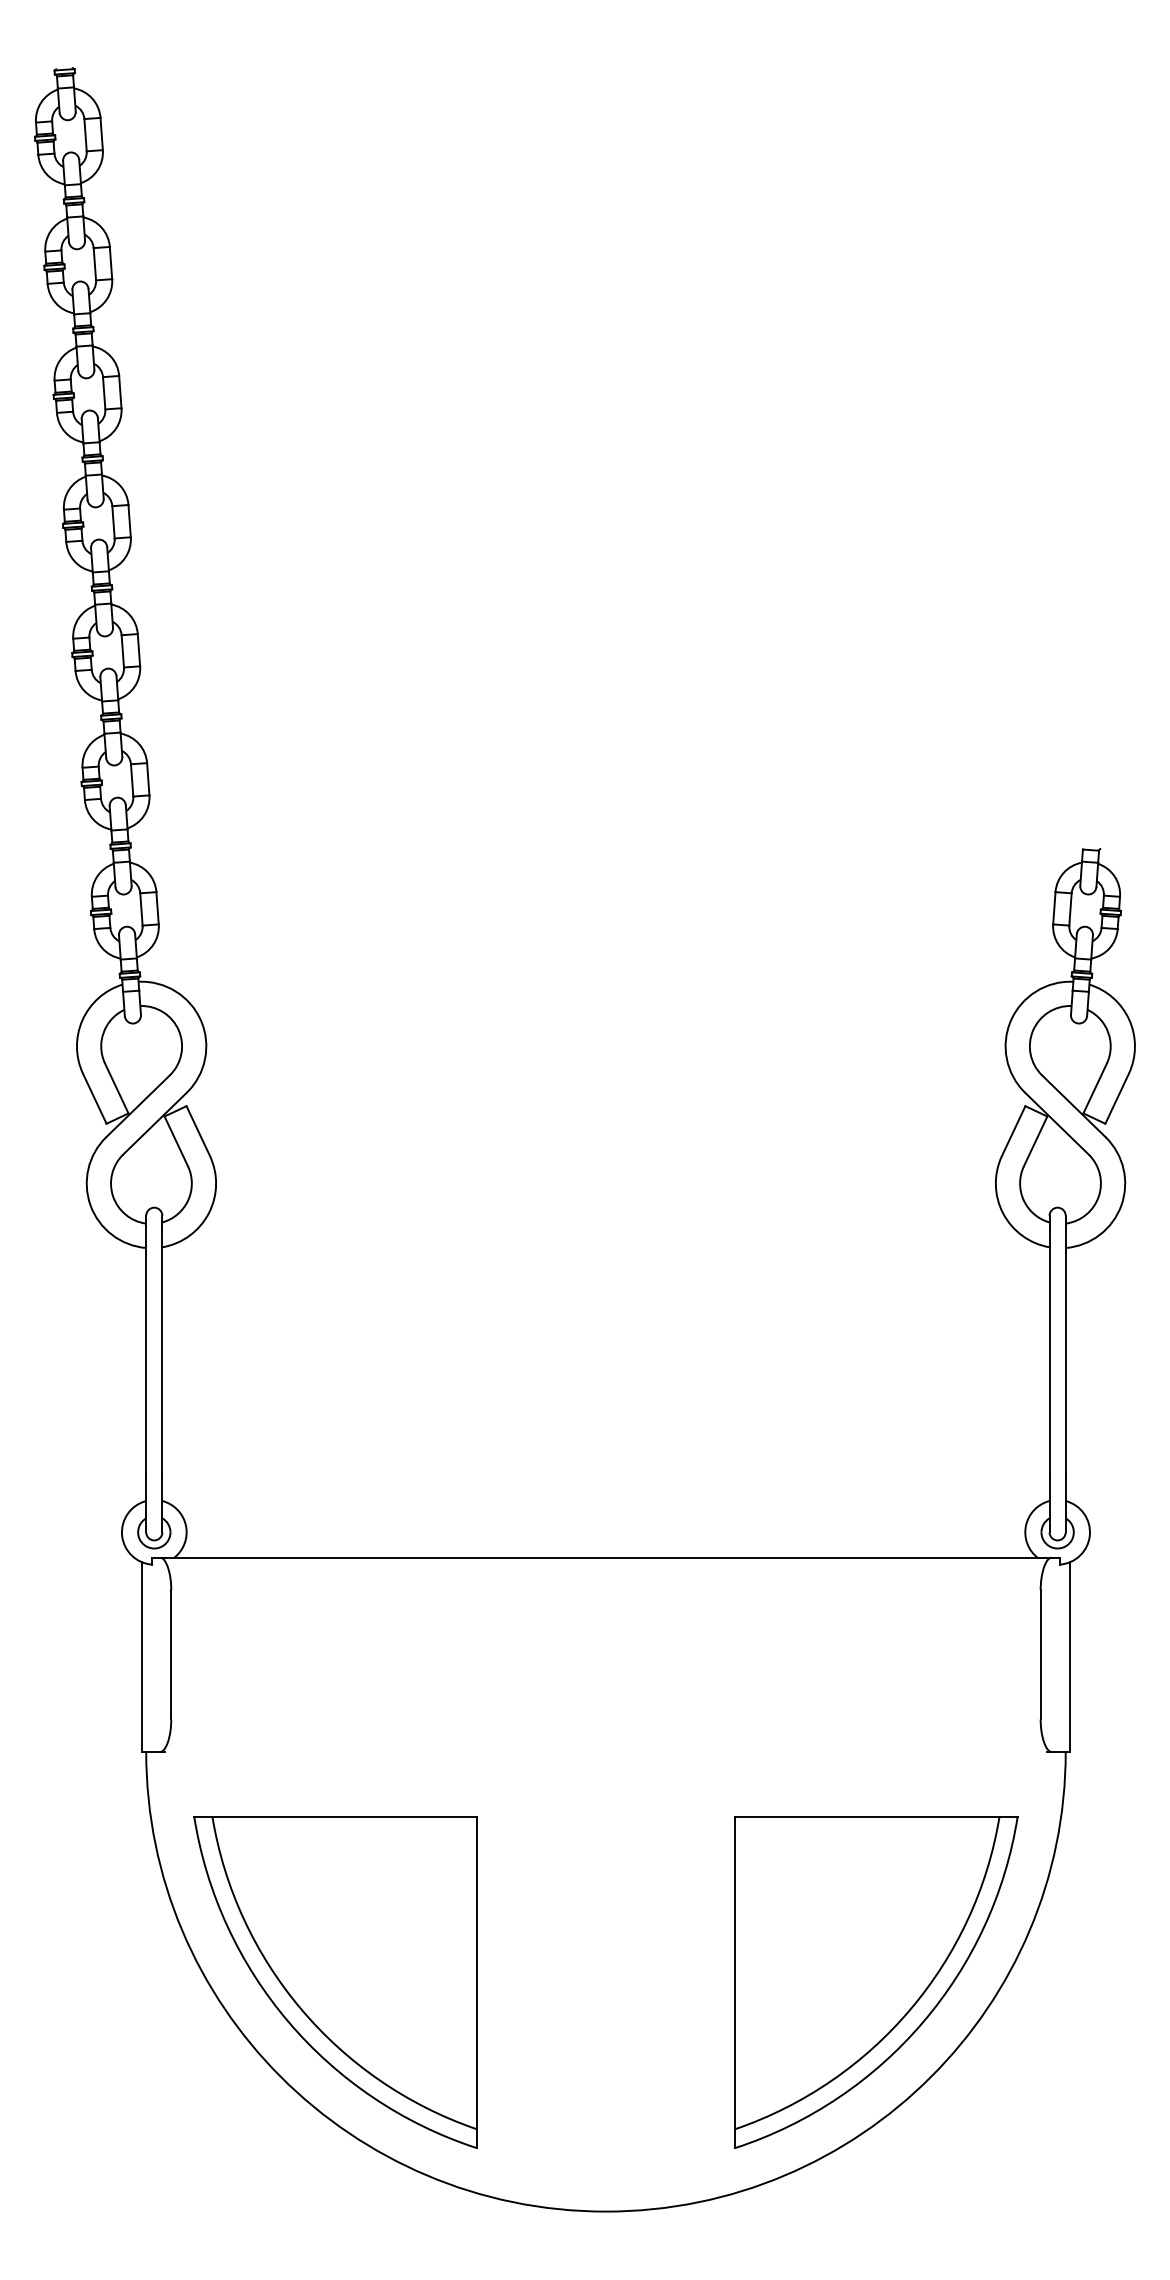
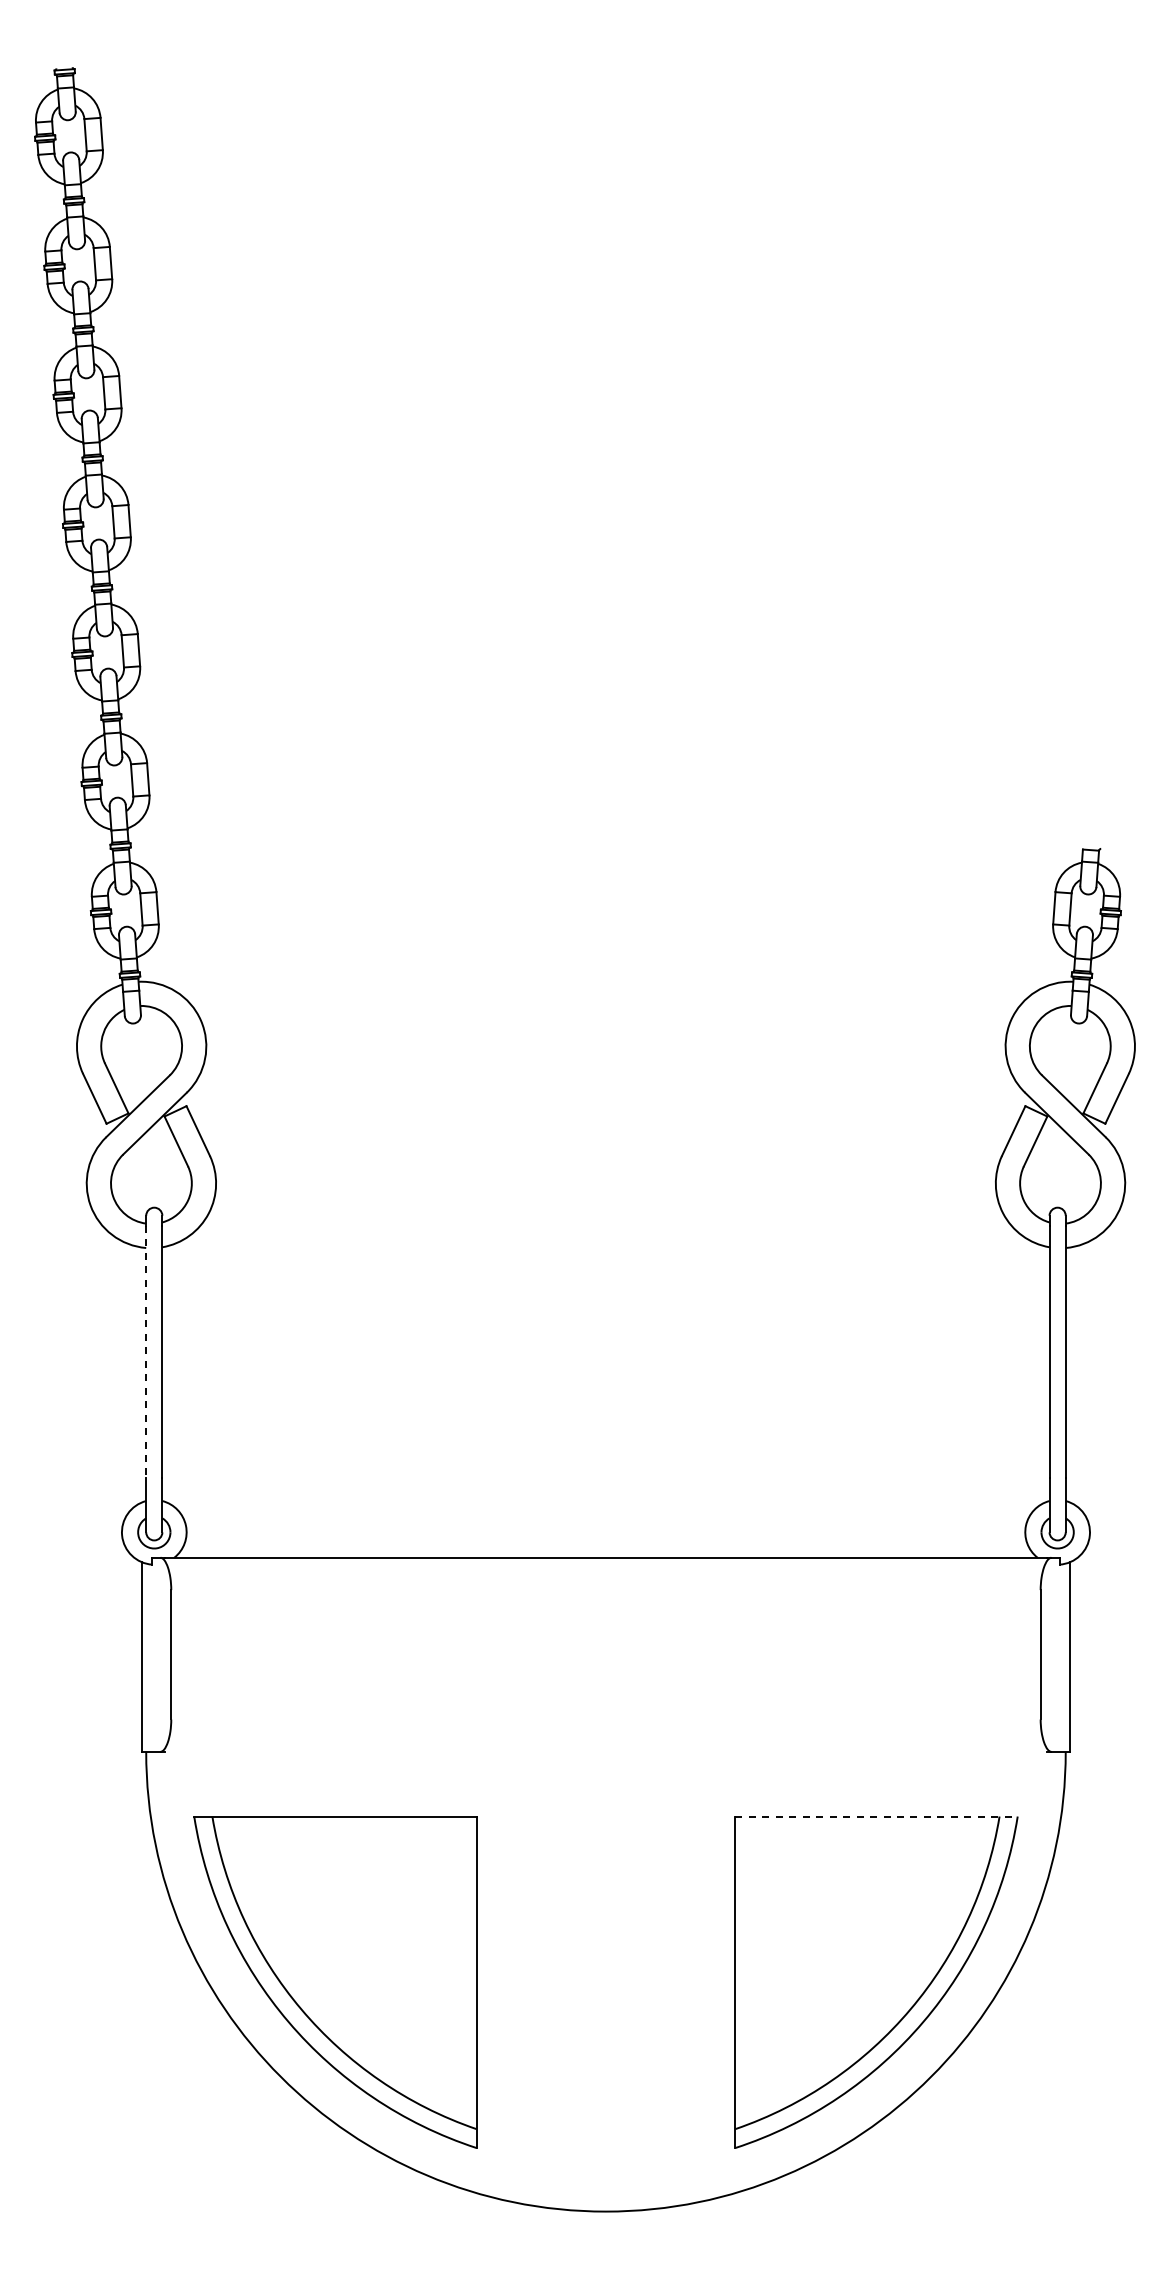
line at (146, 1351): solid -> dashed
line at (877, 1816): solid -> dashed
